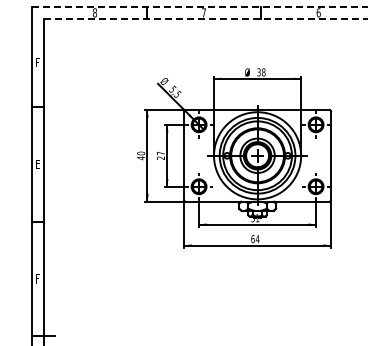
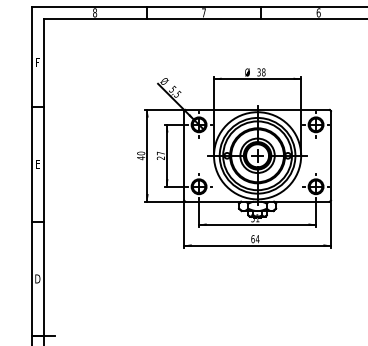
line at (199, 7): dashed -> solid
line at (205, 18): dashed -> solid
text at (37, 278): F -> D
